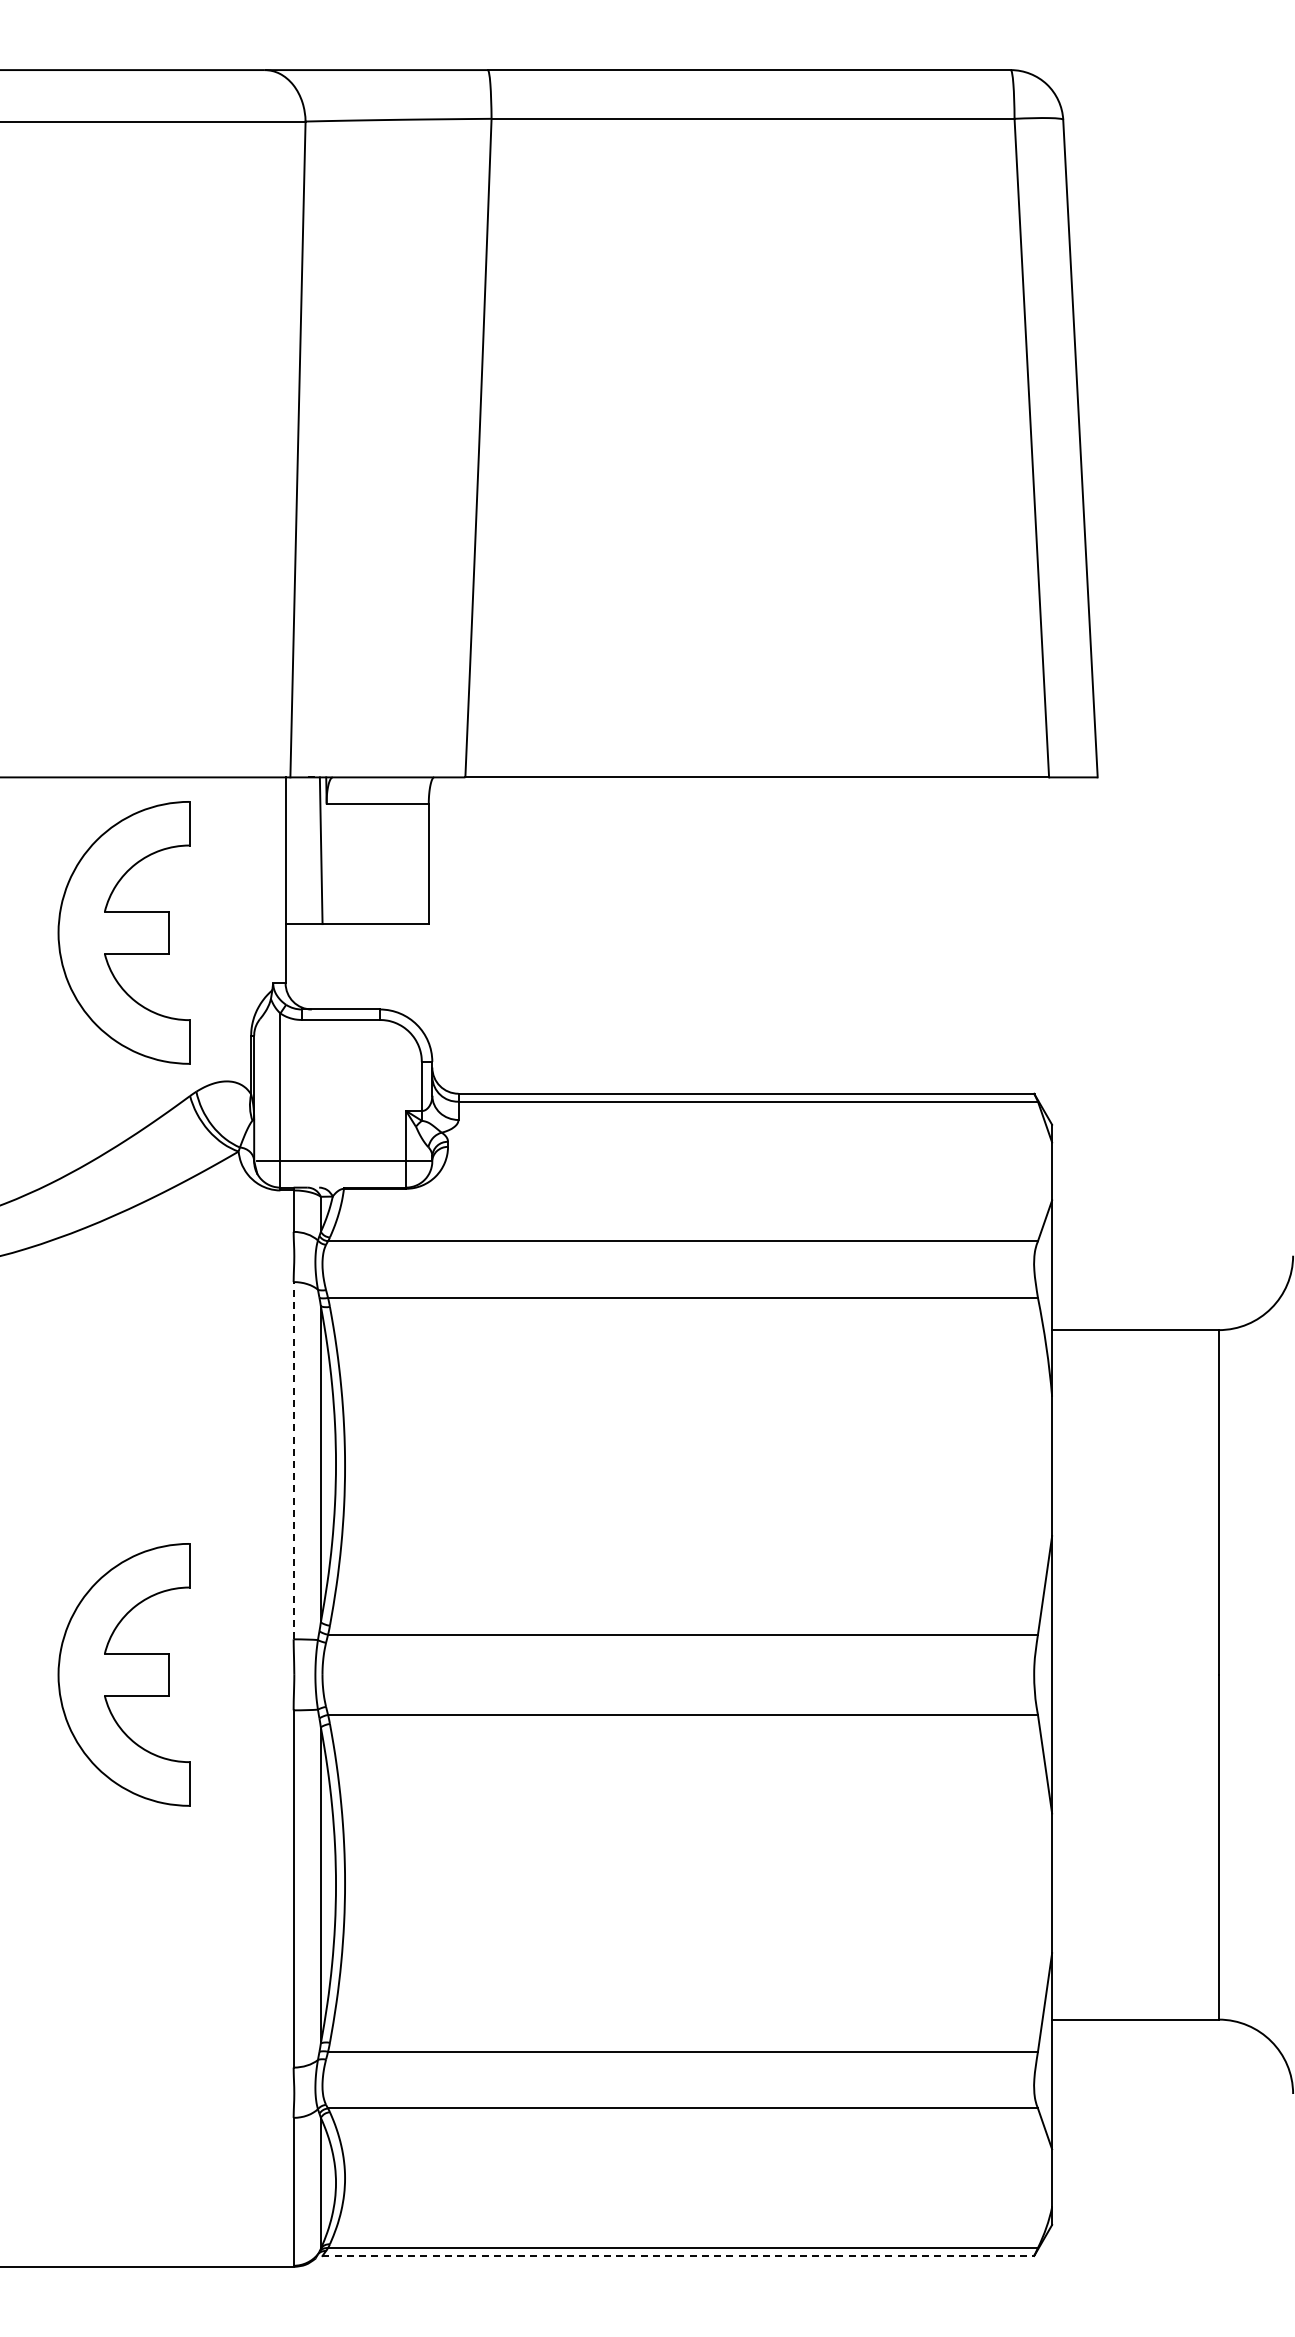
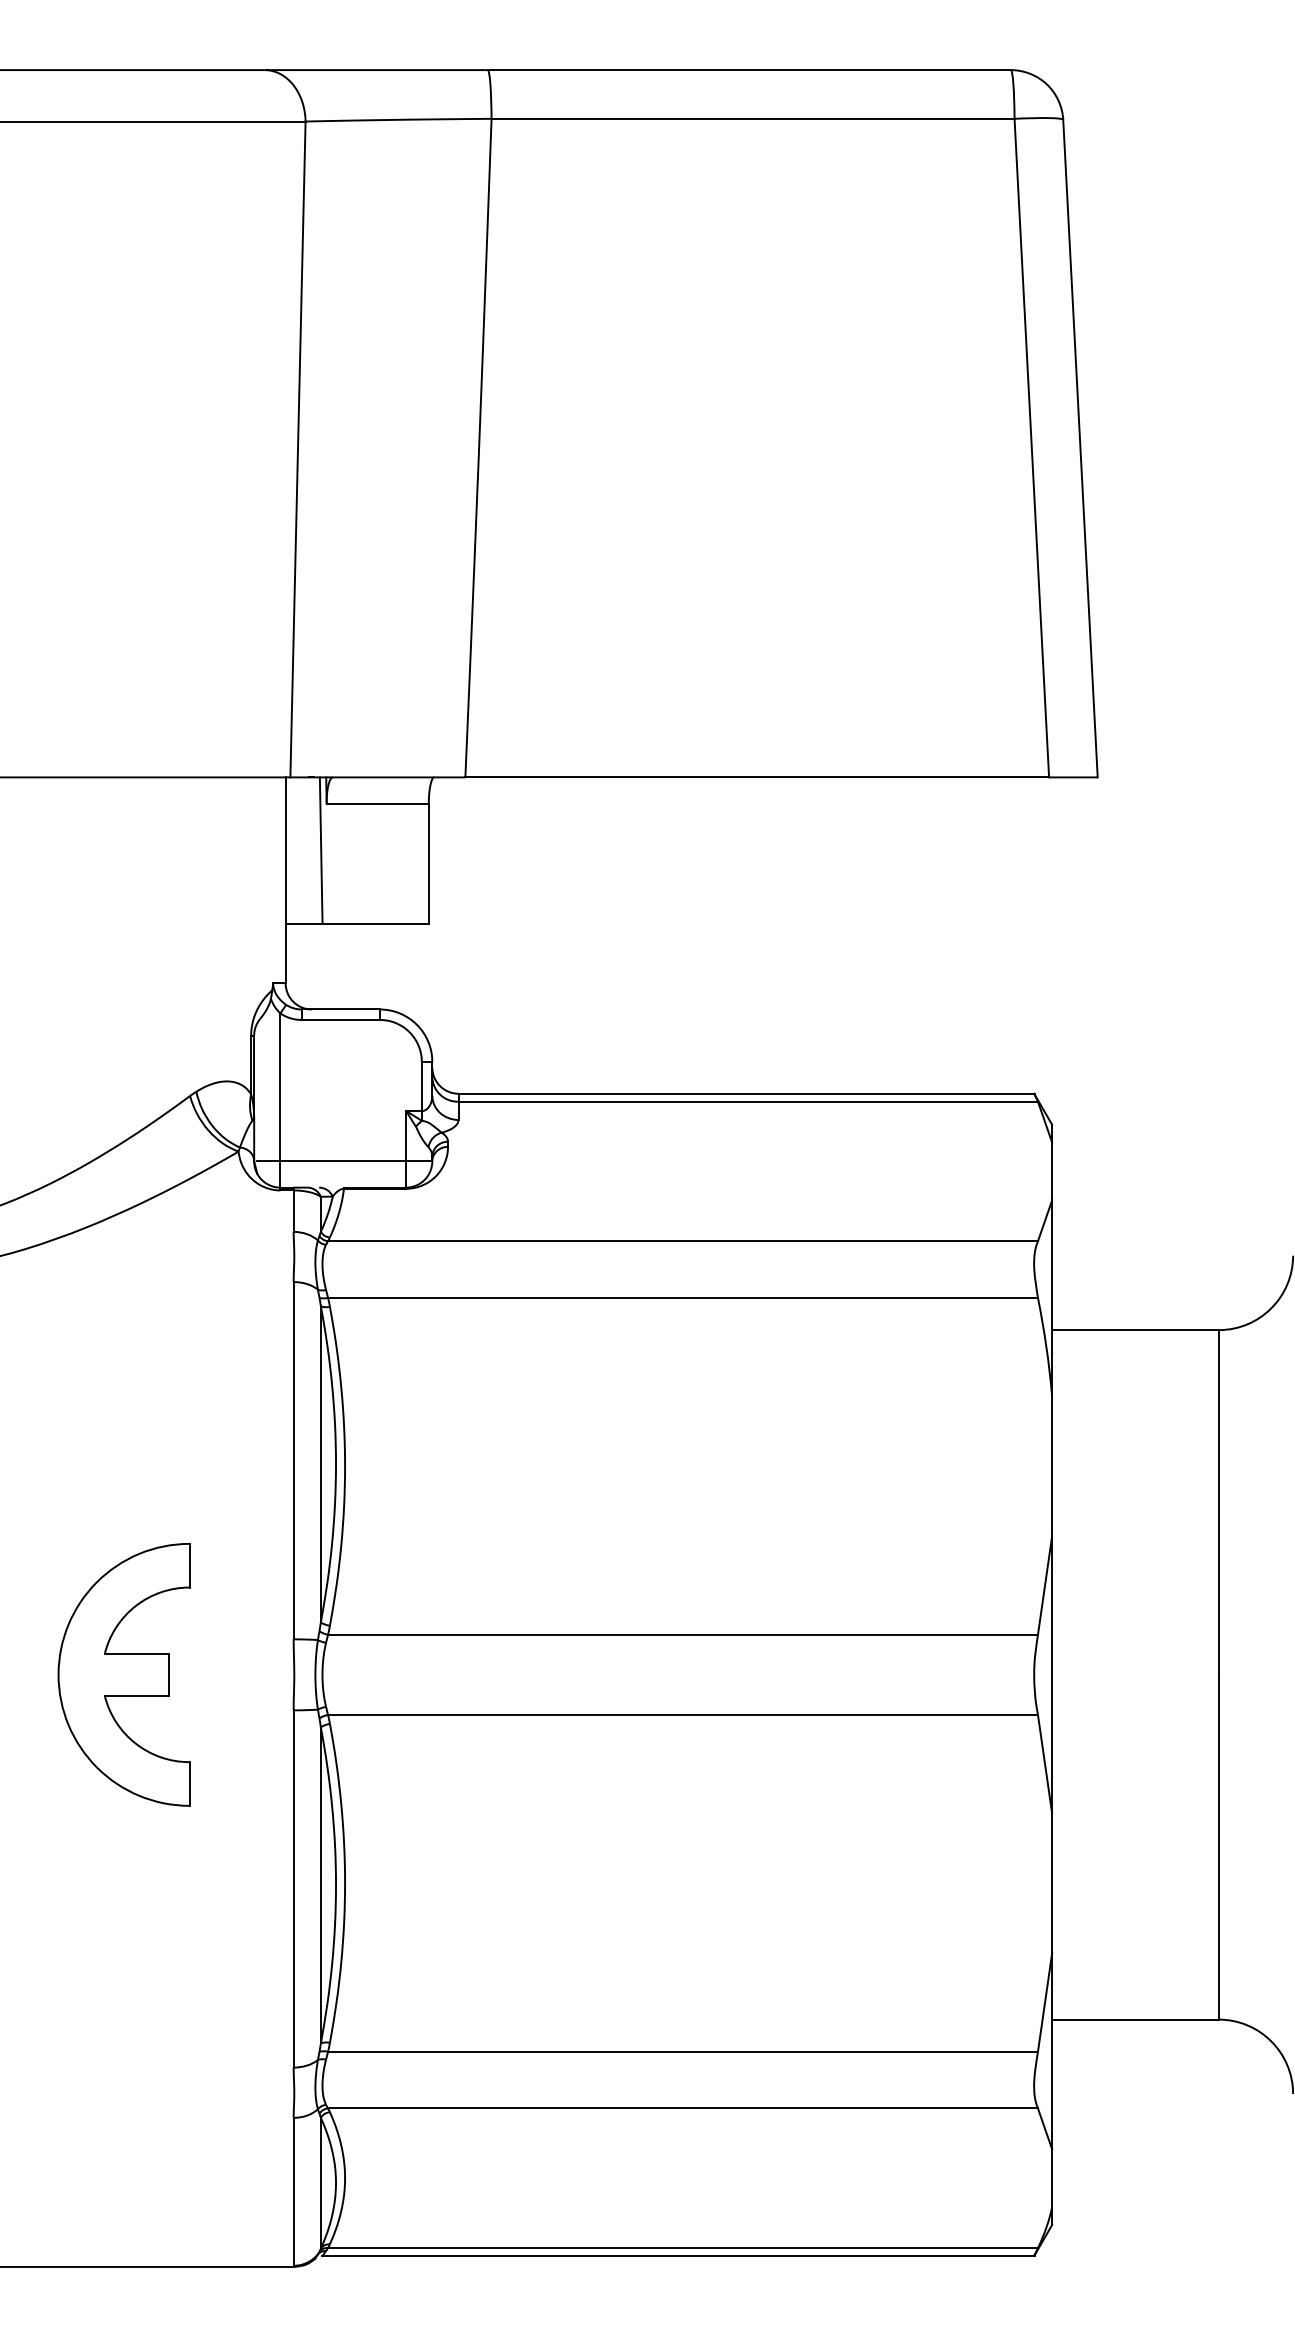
part at (123, 932): present -> none
line at (293, 1460): dashed -> solid
line at (679, 2256): dashed -> solid
